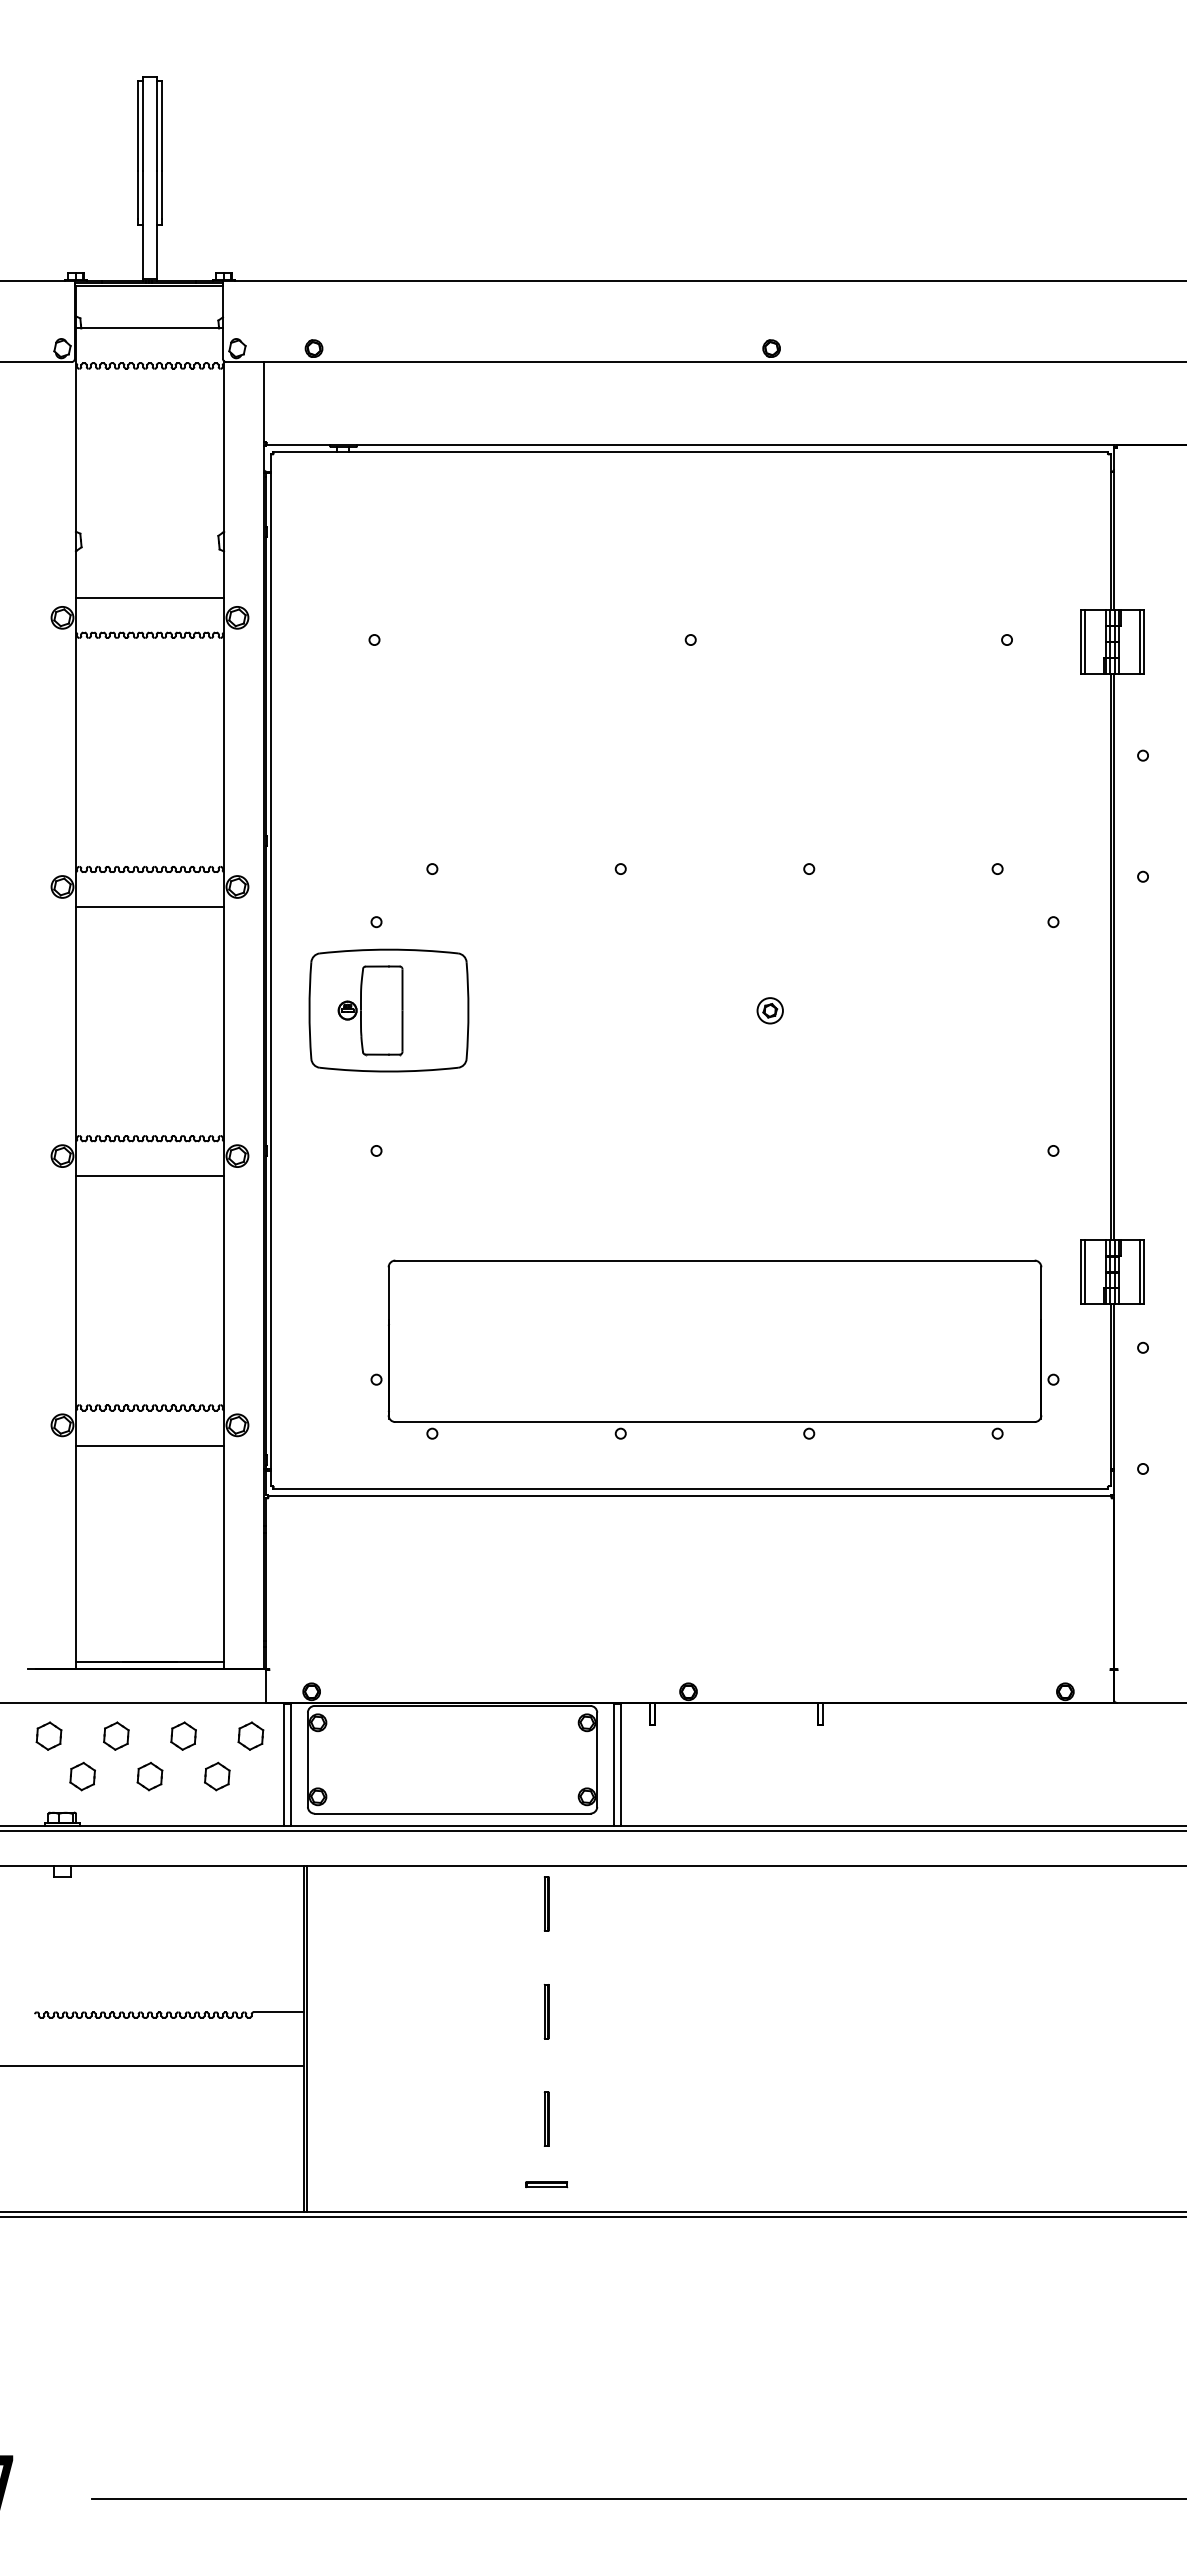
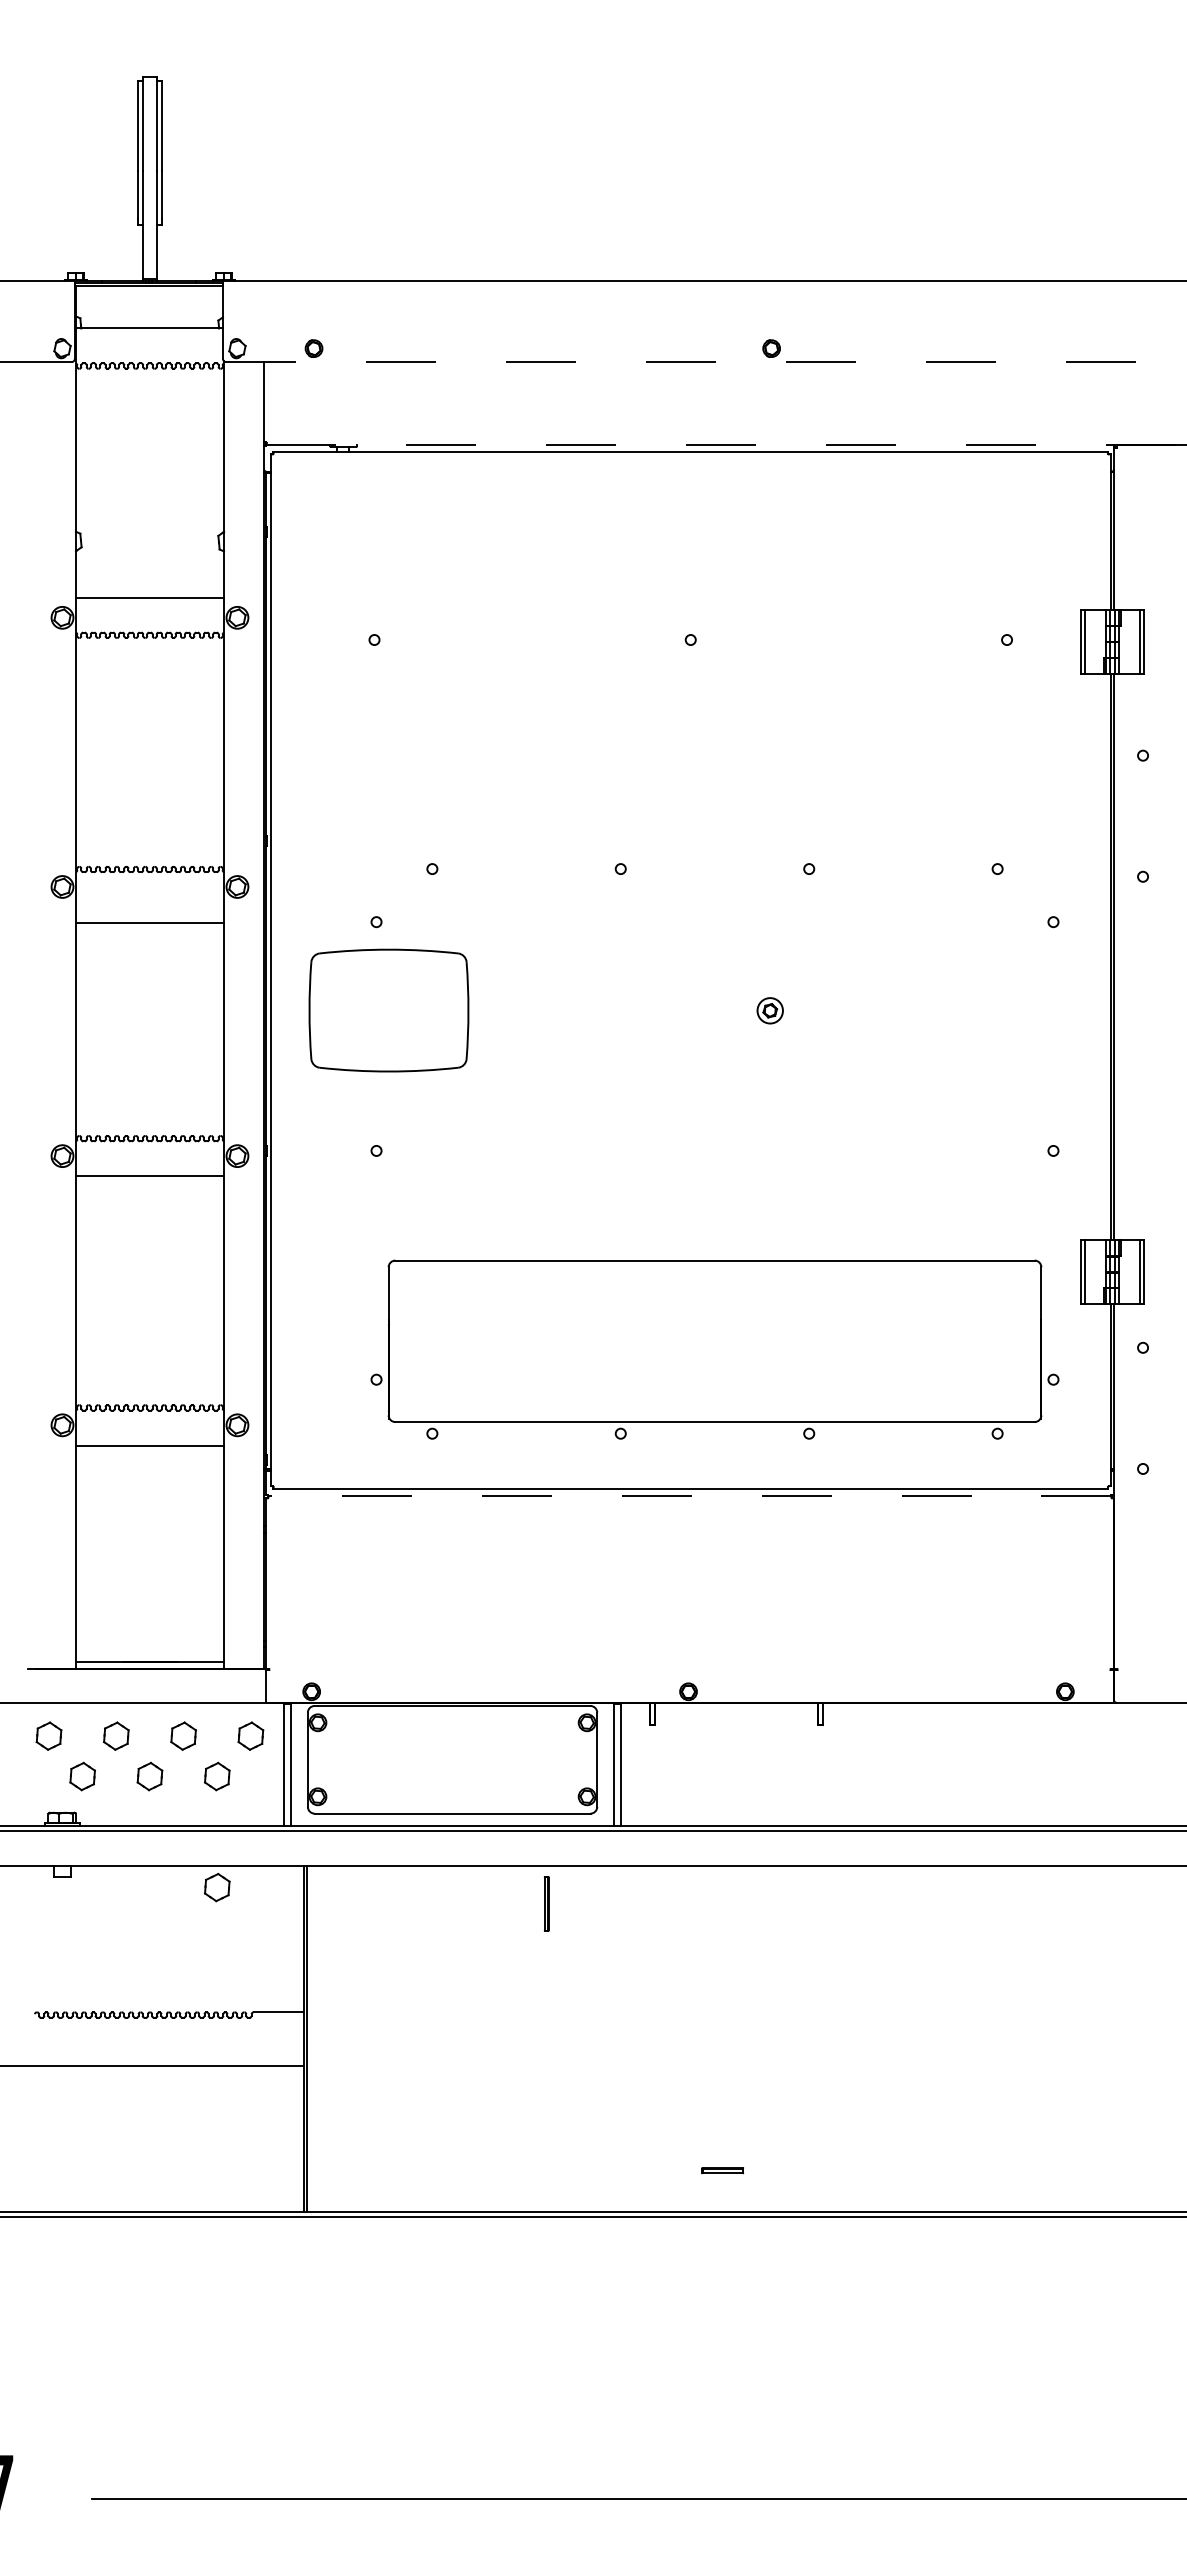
line at (706, 362): solid -> dashed
line at (726, 444): solid -> dashed
line at (149, 907) position: (149, 907) -> (149, 923)
part at (370, 1010): present -> none
line at (689, 1495): solid -> dashed
part at (217, 1887): none -> present
part at (546, 2011): present -> none
part at (546, 2118): present -> none
part at (546, 2184) position: (546, 2184) -> (722, 2170)
